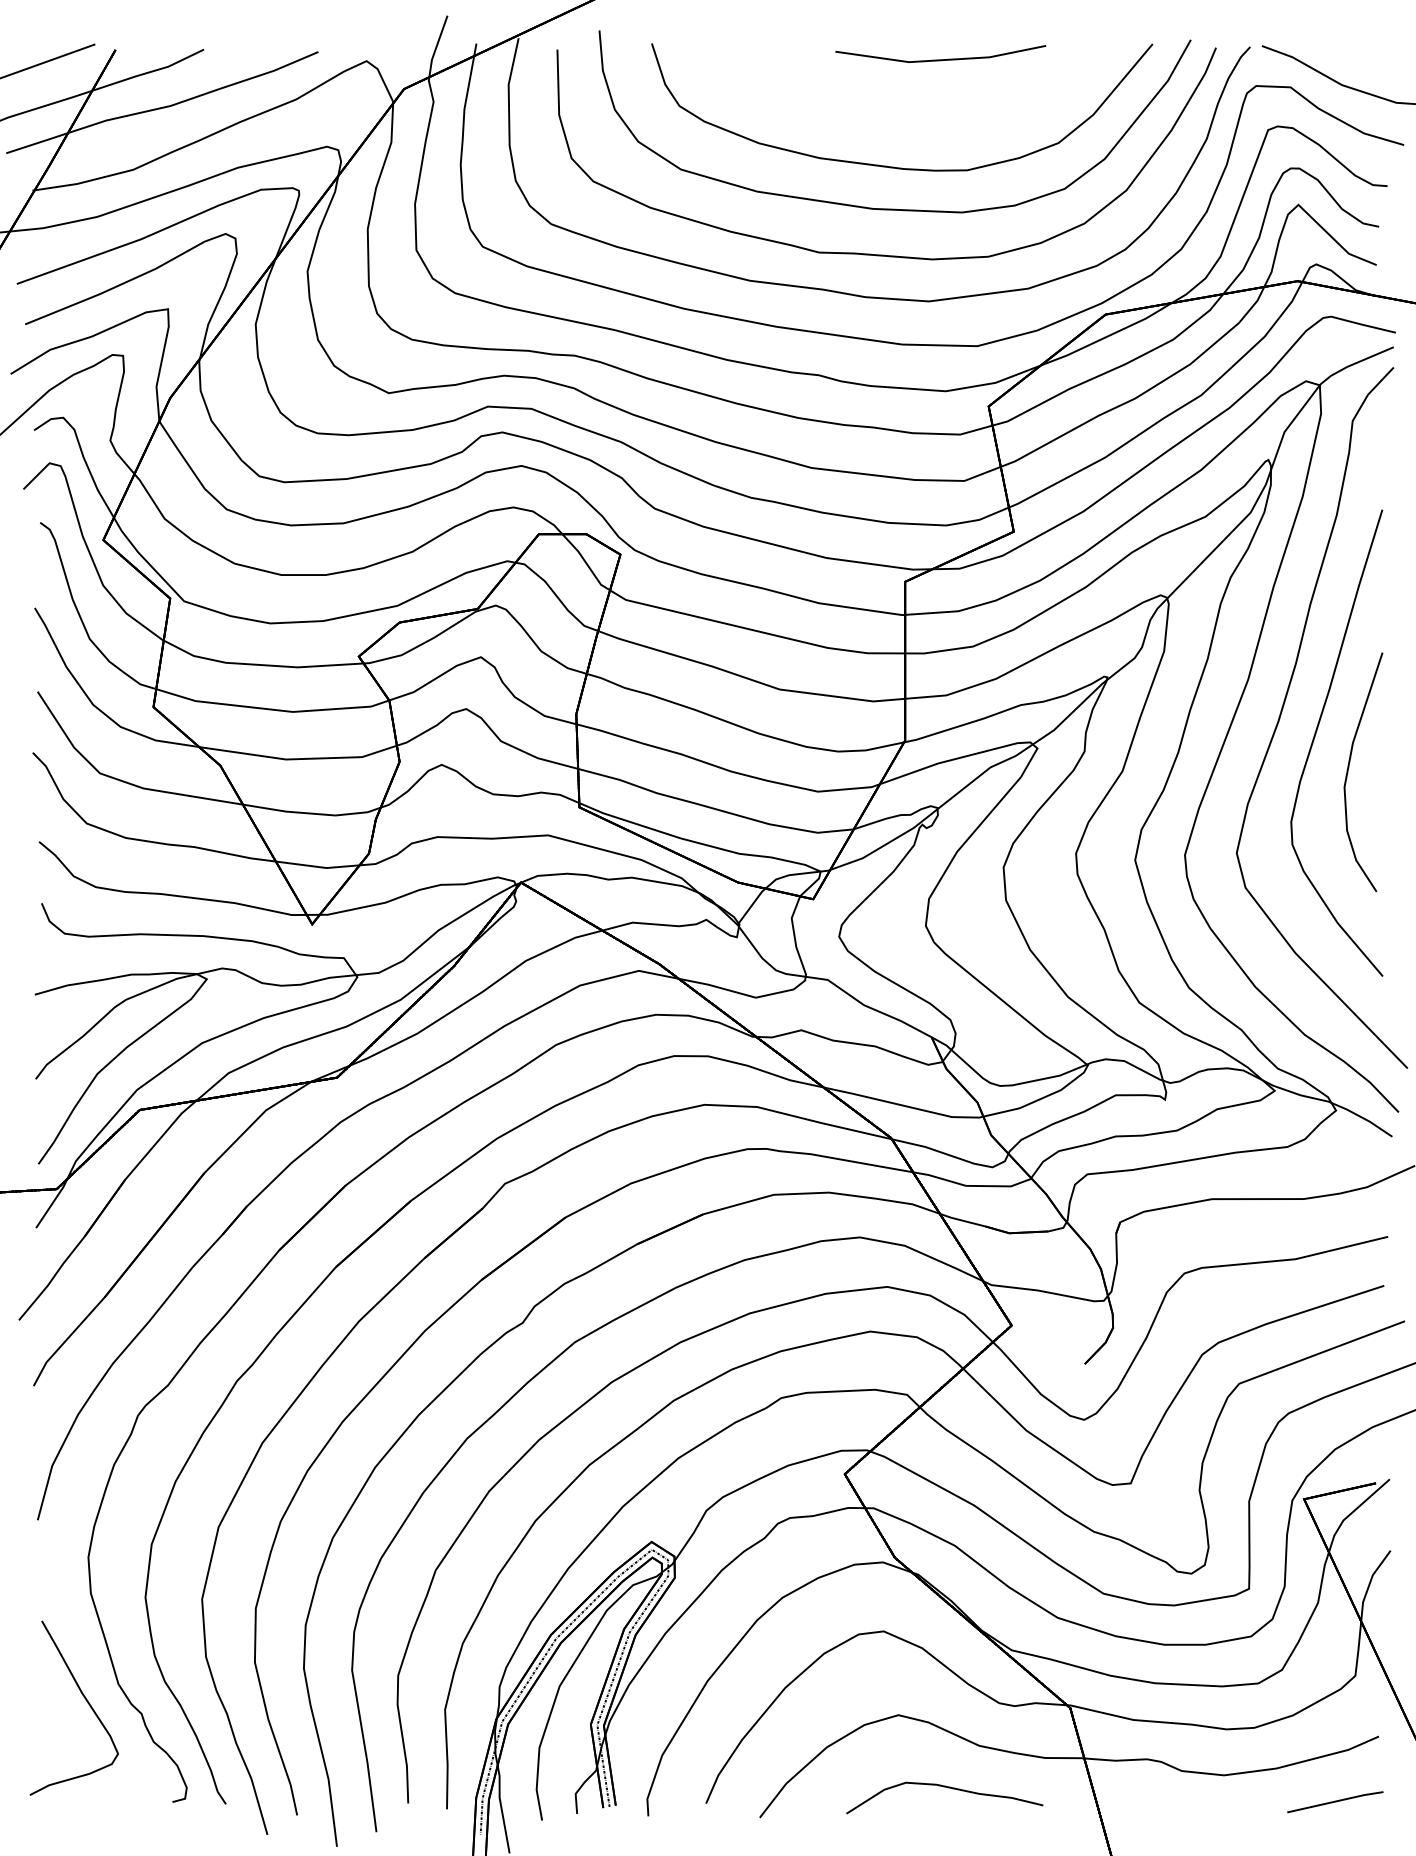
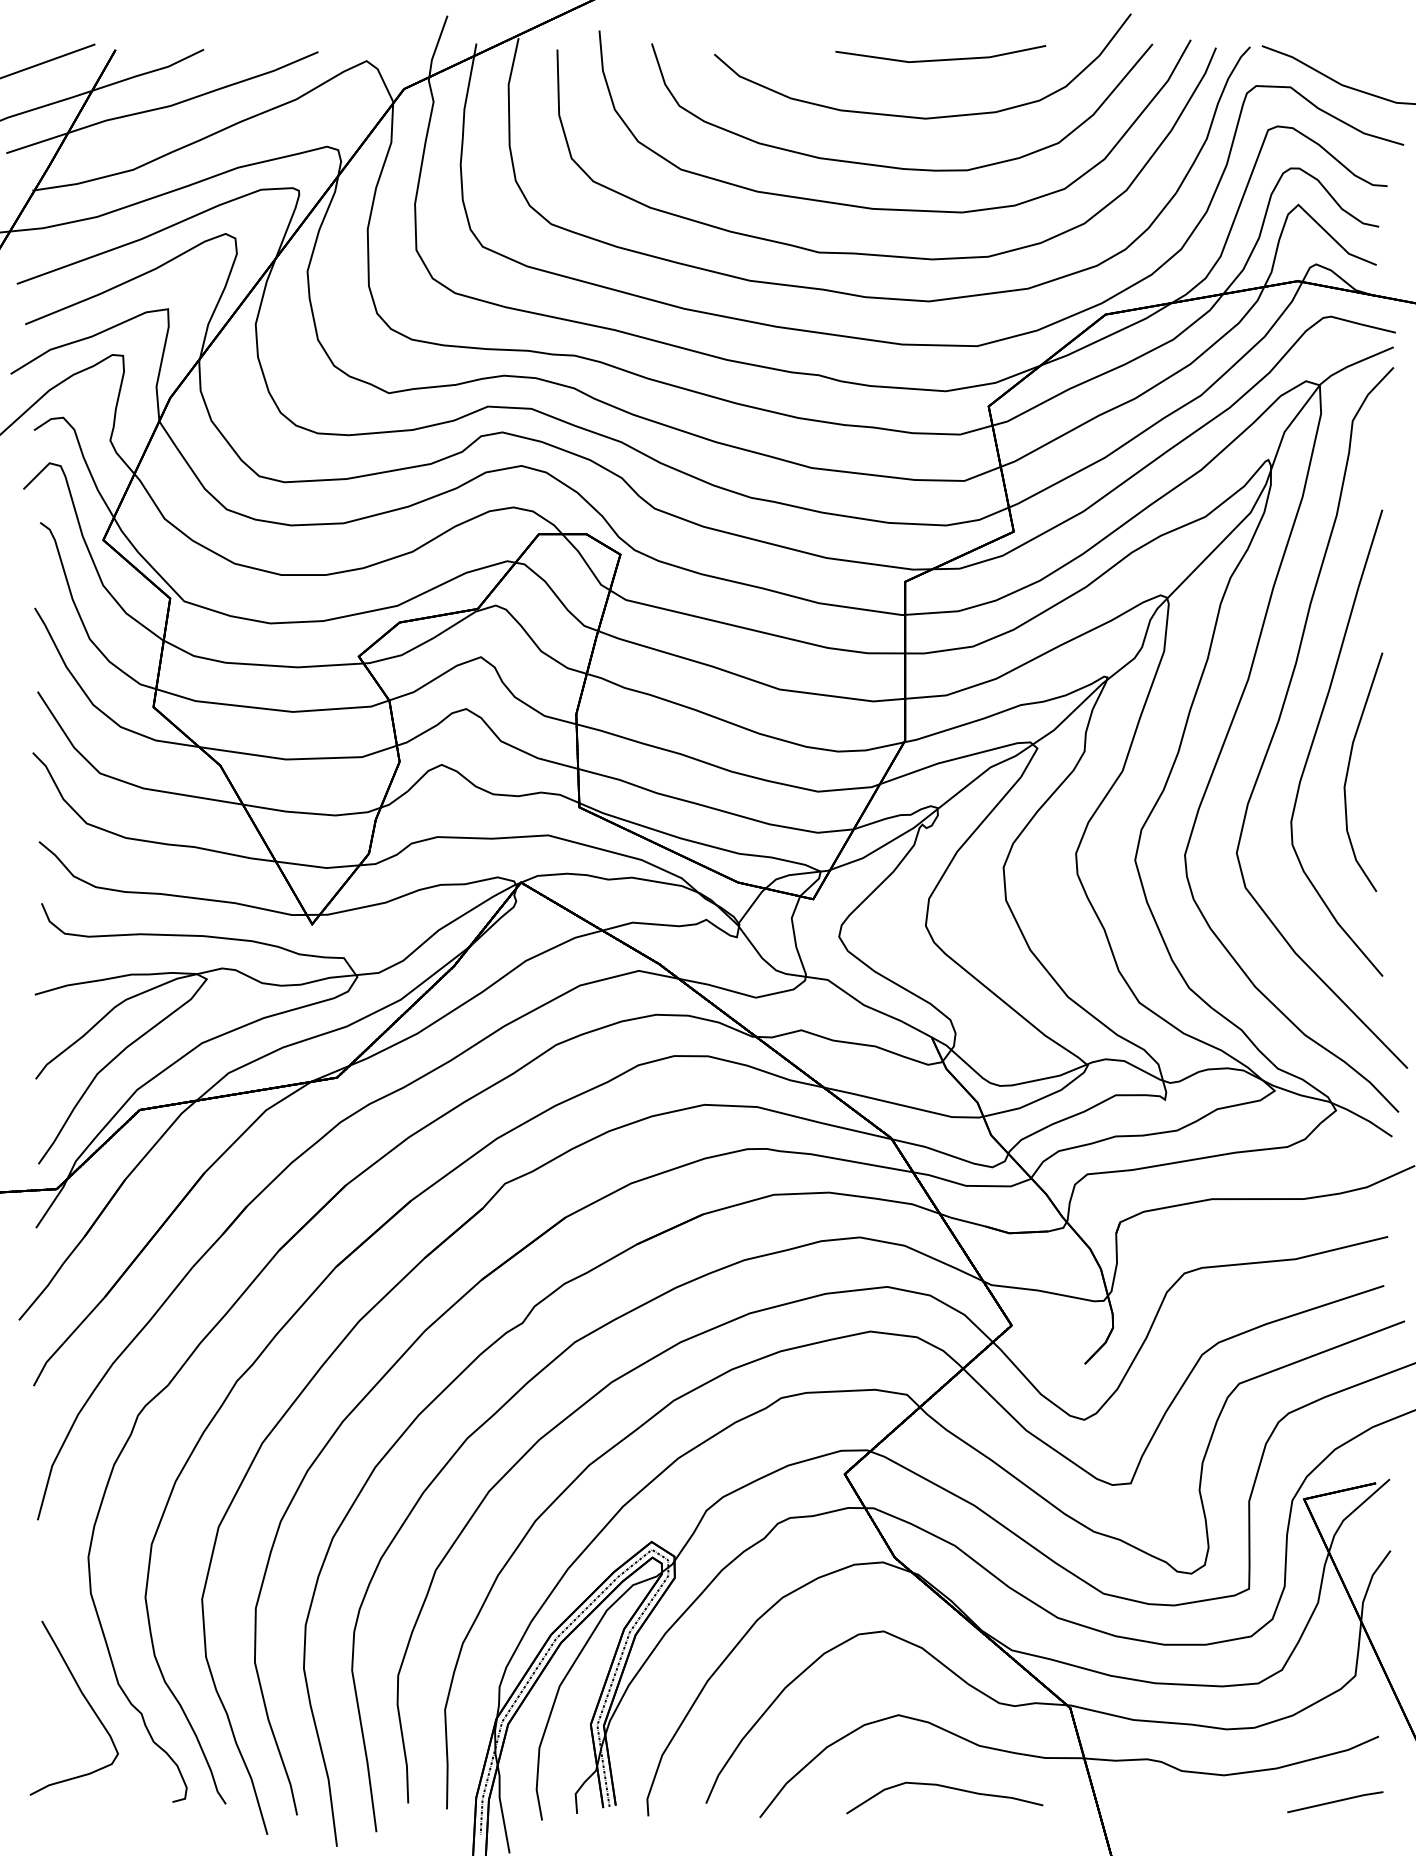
curve at (916, 116): none -> present
